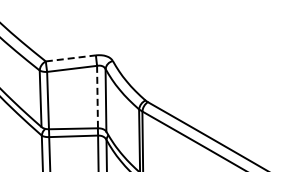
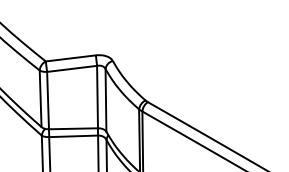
line at (71, 58): dashed -> solid
line at (97, 97): dashed -> solid
